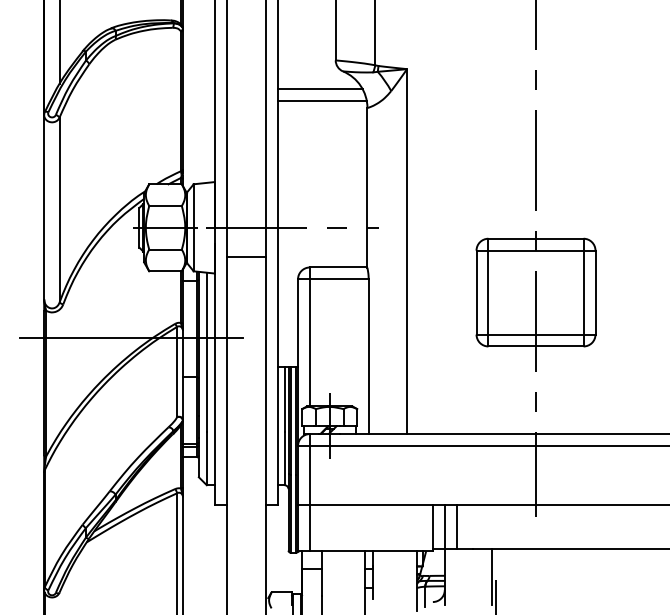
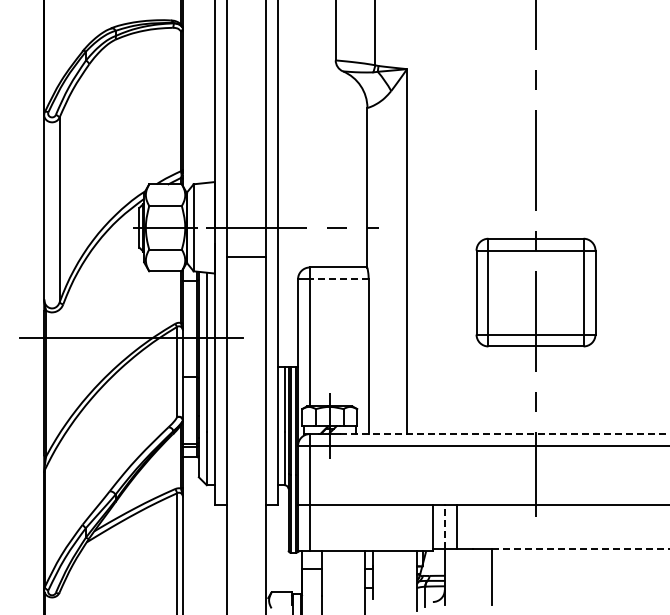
line at (59, 43): present -> none
line at (320, 88): present -> none
line at (322, 100): present -> none
line at (338, 279): solid -> dashed
line at (504, 434): solid -> dashed
line at (444, 527): solid -> dashed
line at (581, 549): solid -> dashed
line at (496, 595): present -> none
